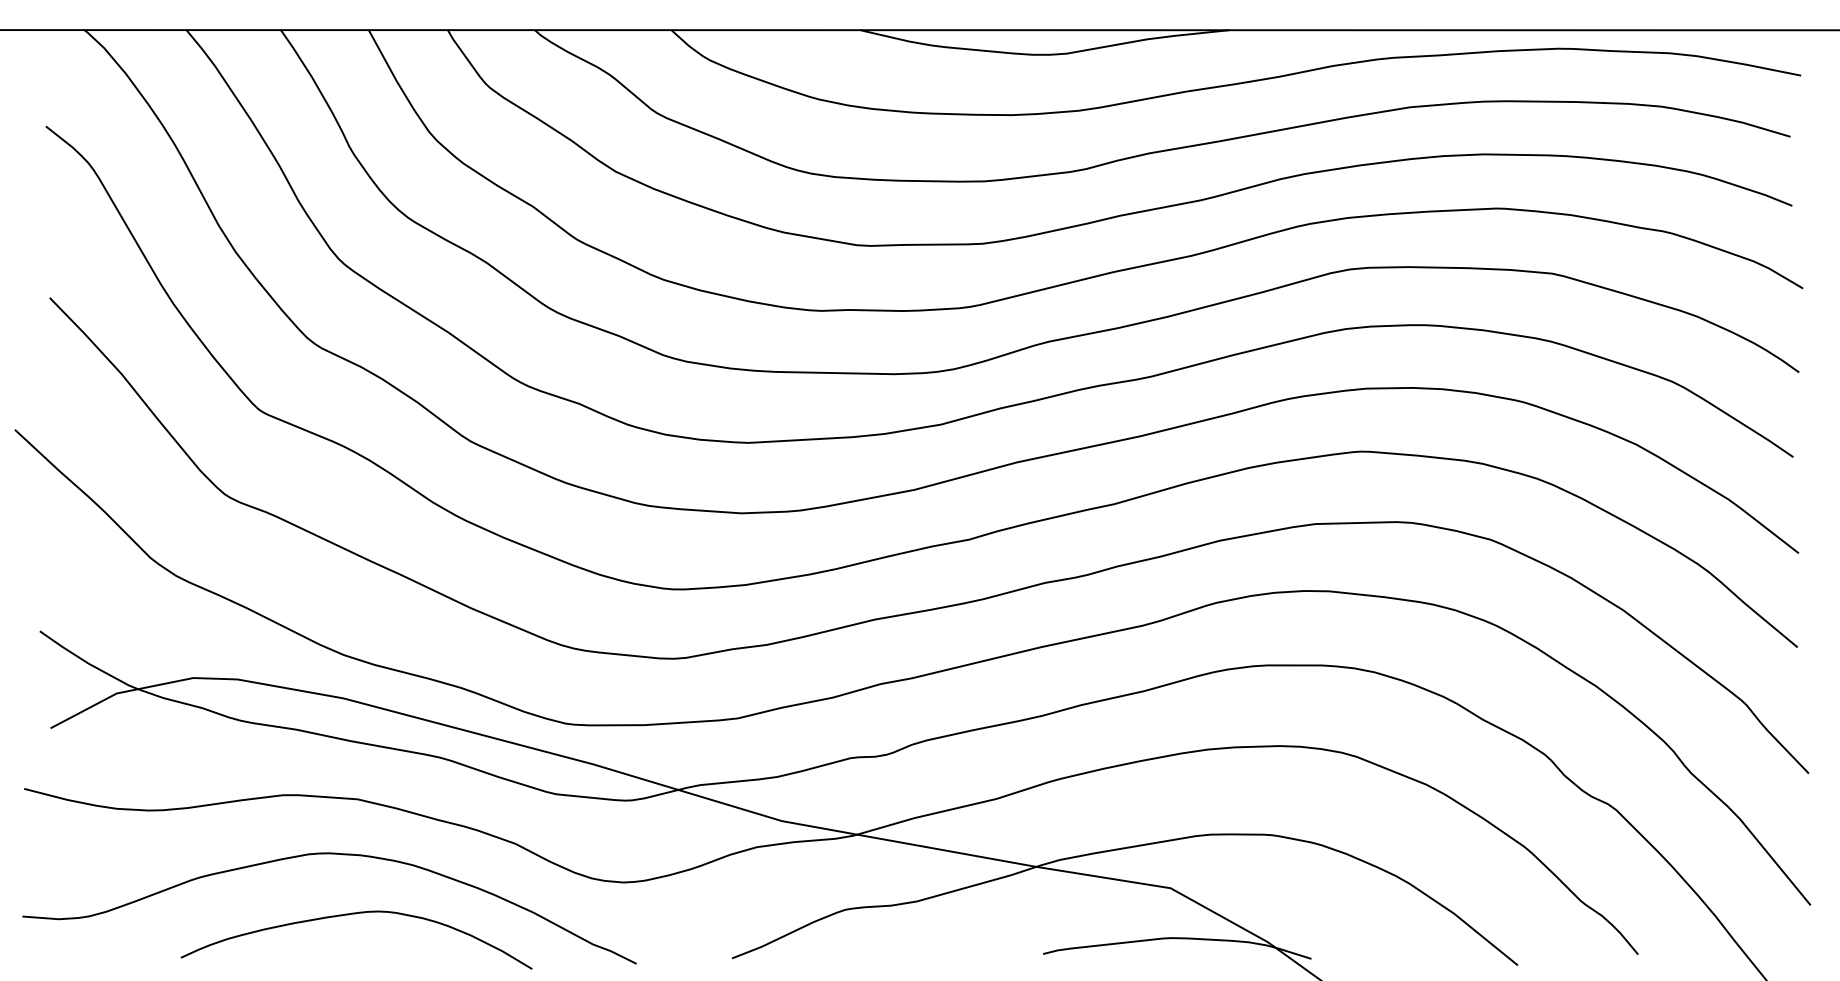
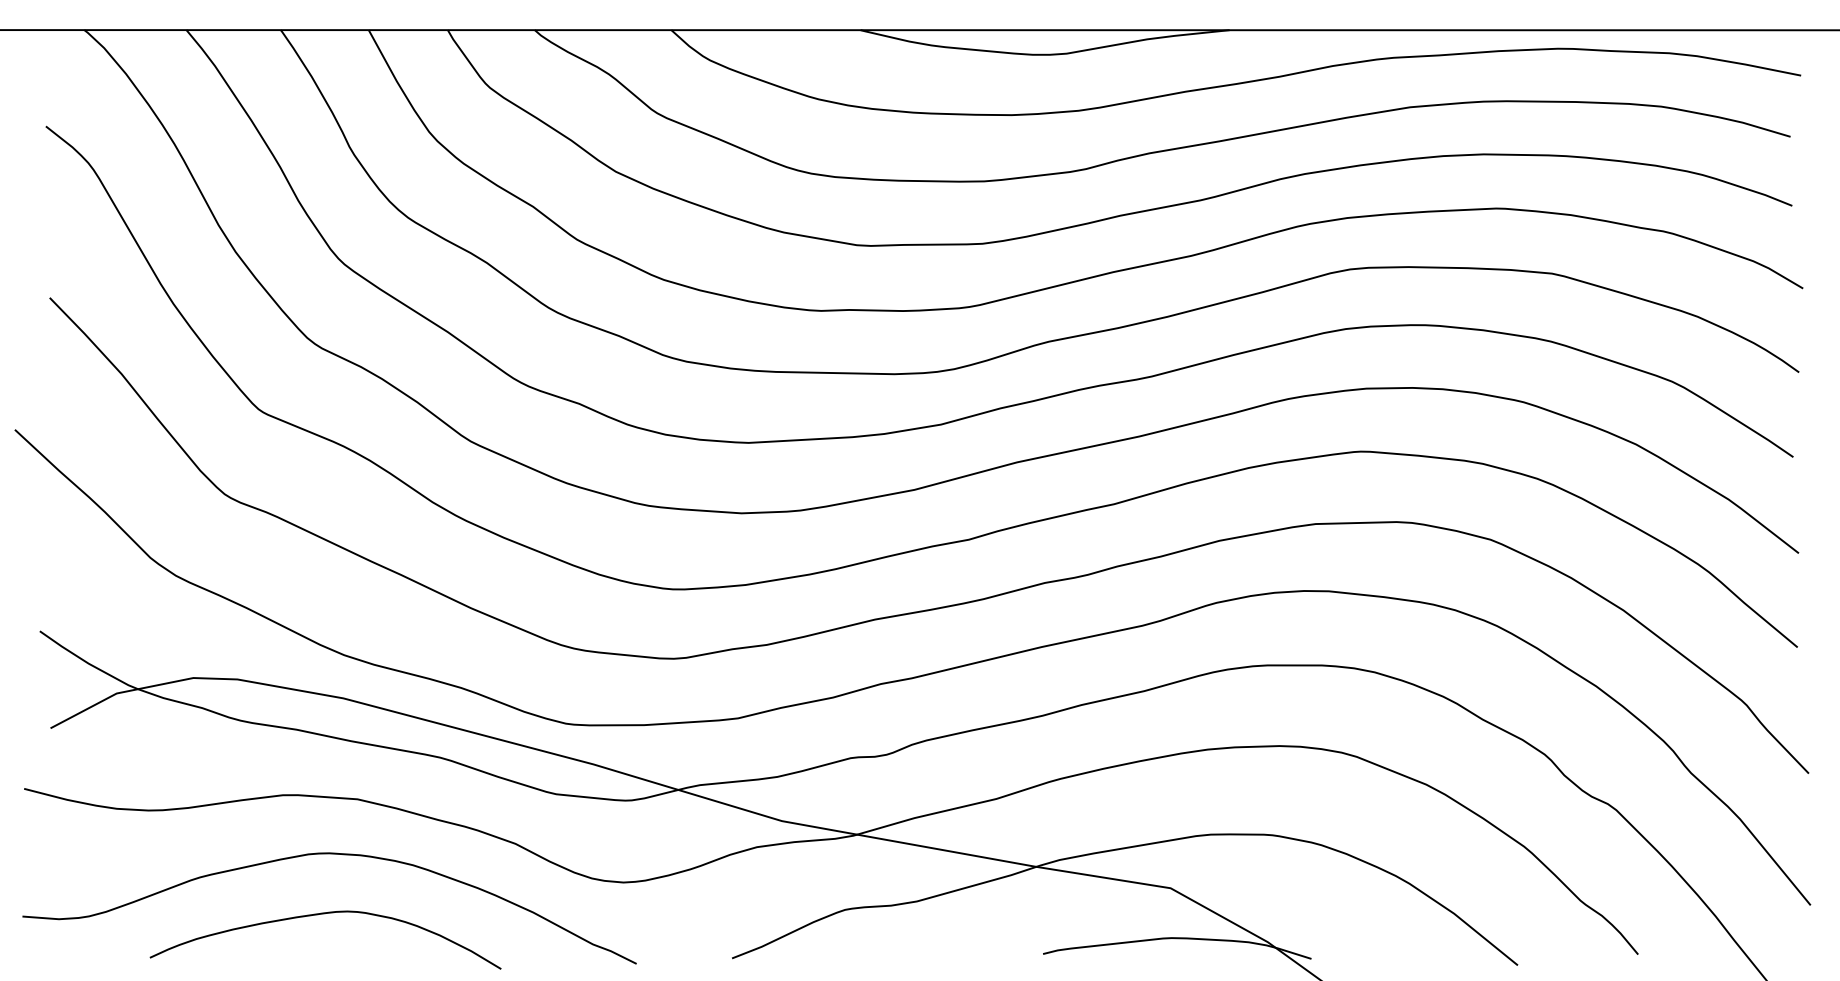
curve at (356, 914) position: (356, 914) -> (325, 914)
